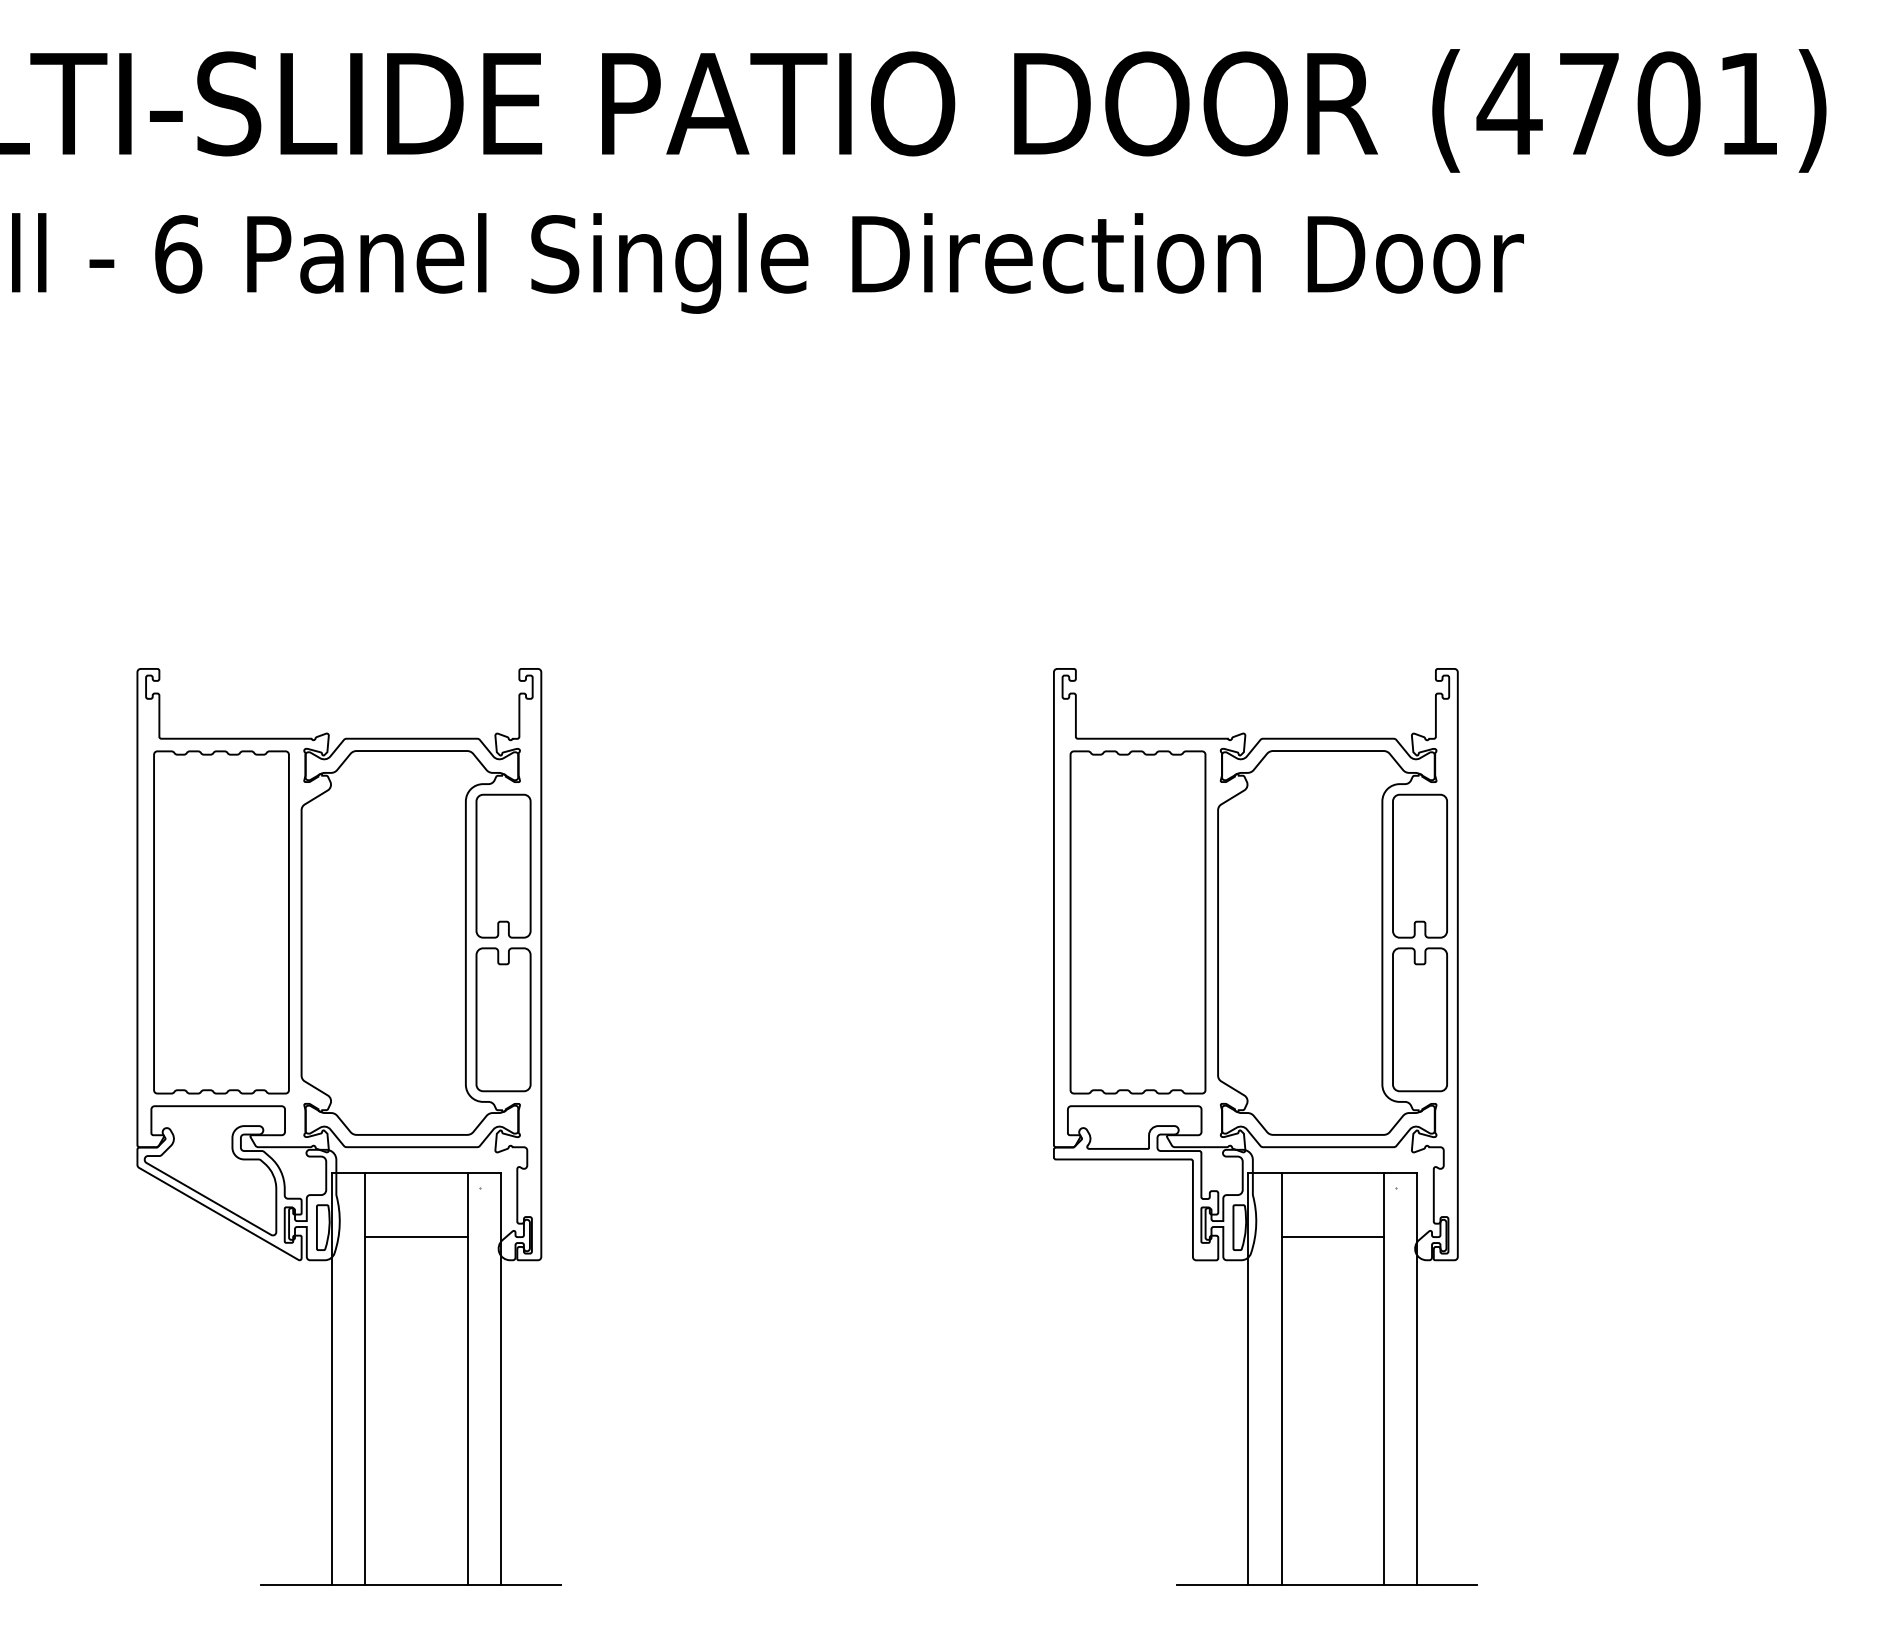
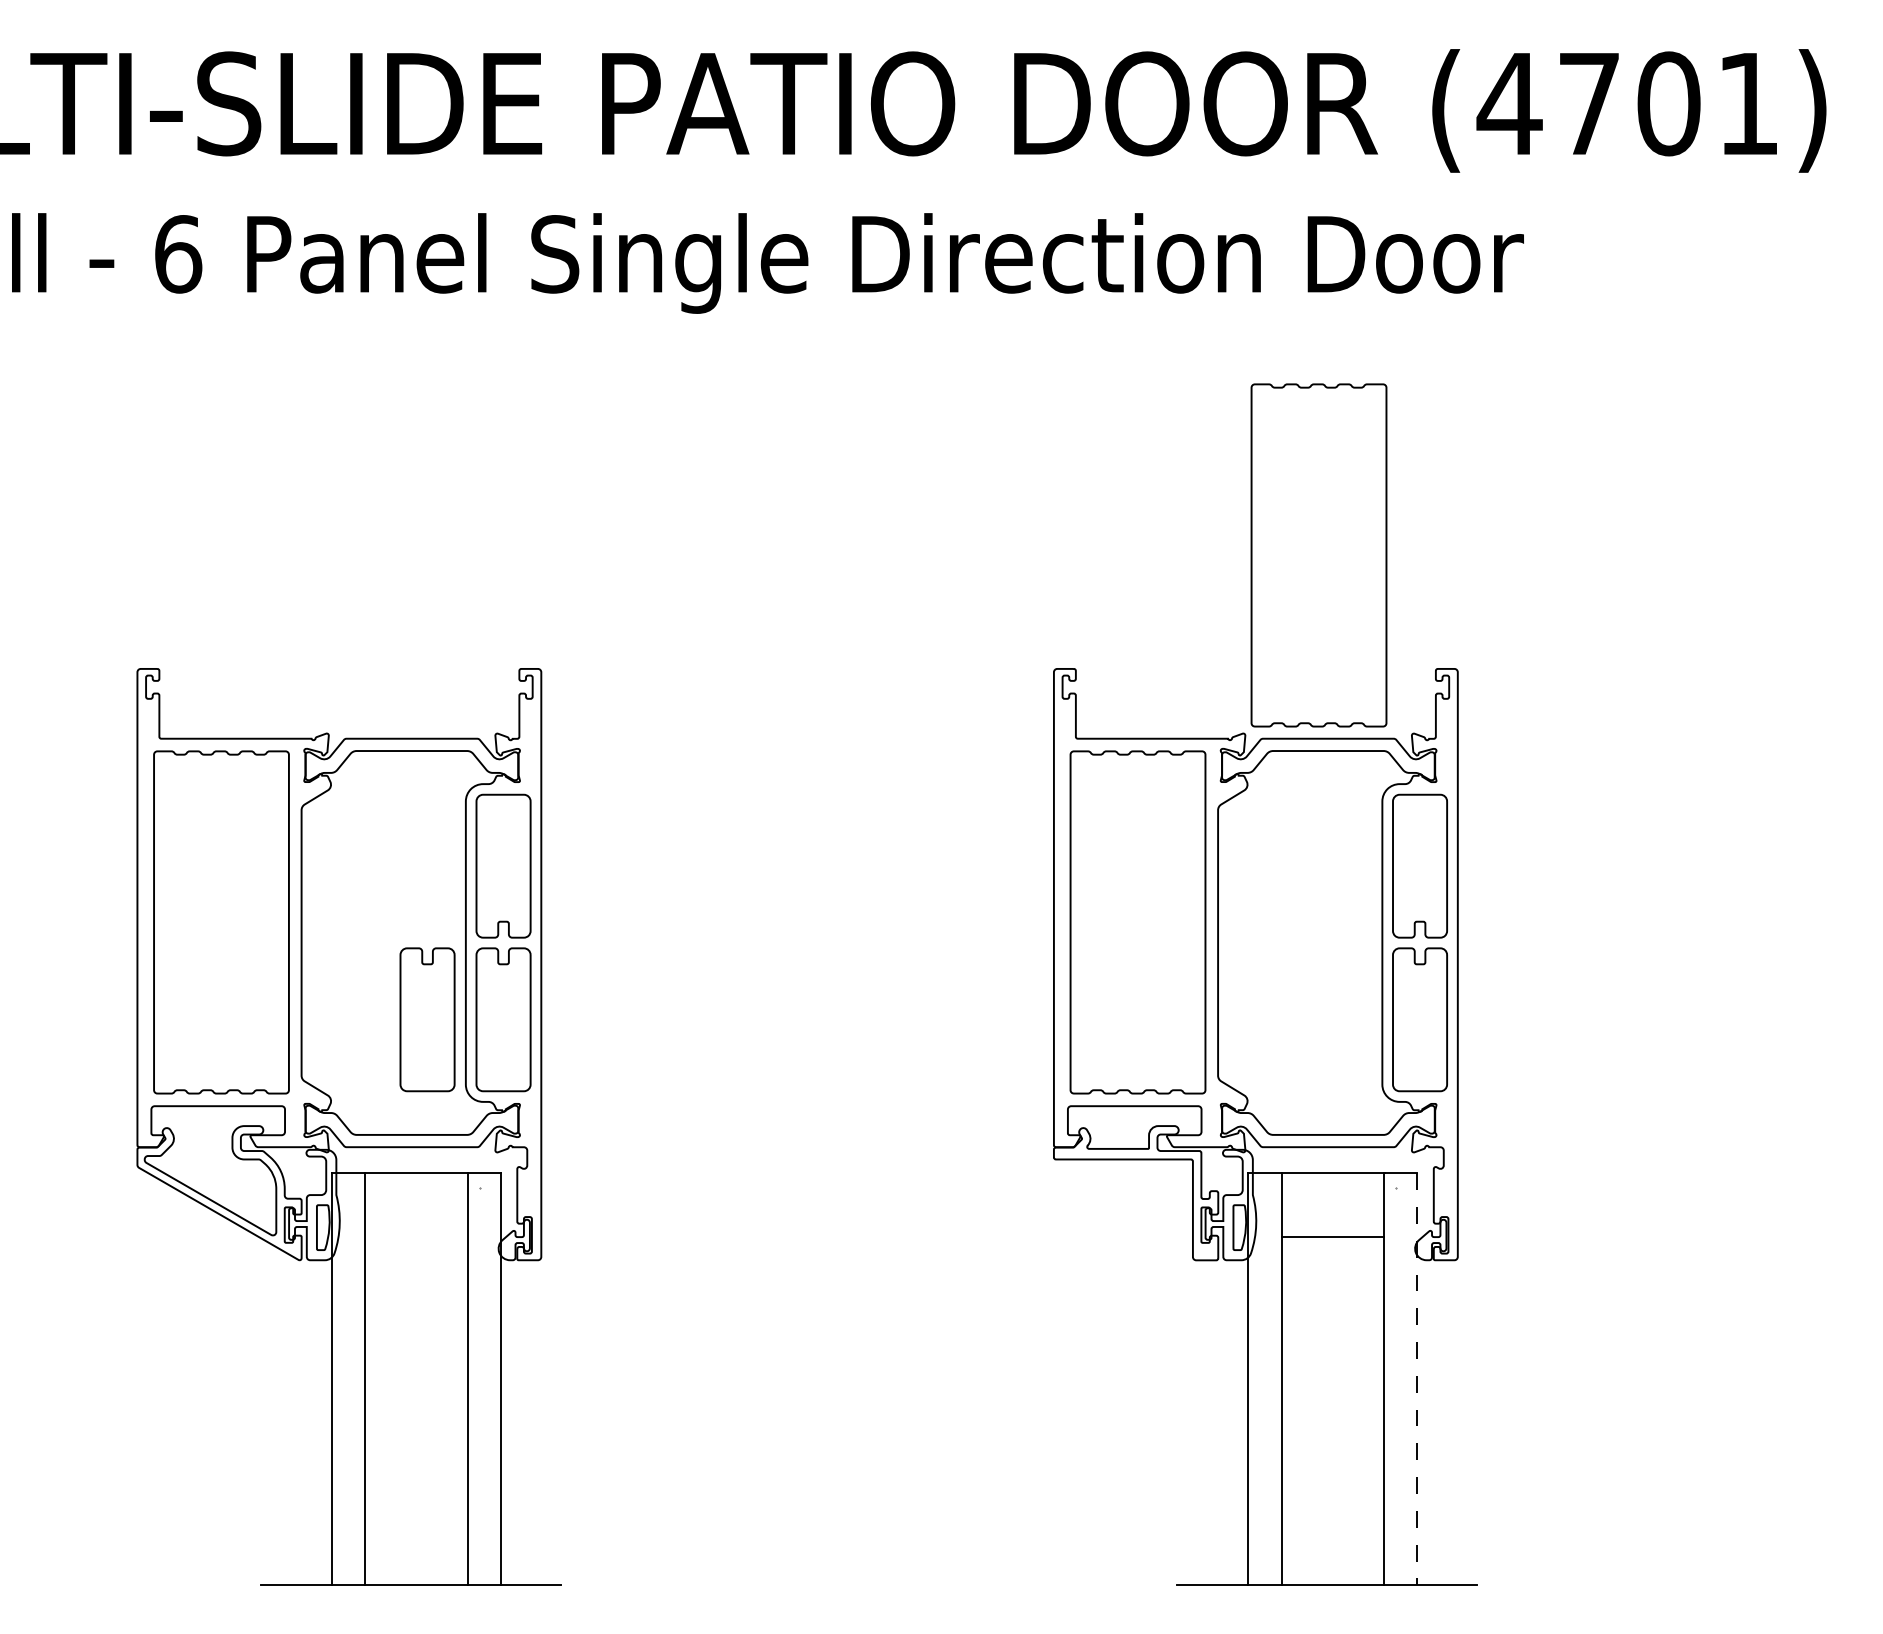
part at (1318, 555): none -> present
part at (427, 1019): none -> present
line at (416, 1236): present -> none
line at (1417, 1379): solid -> dashed
